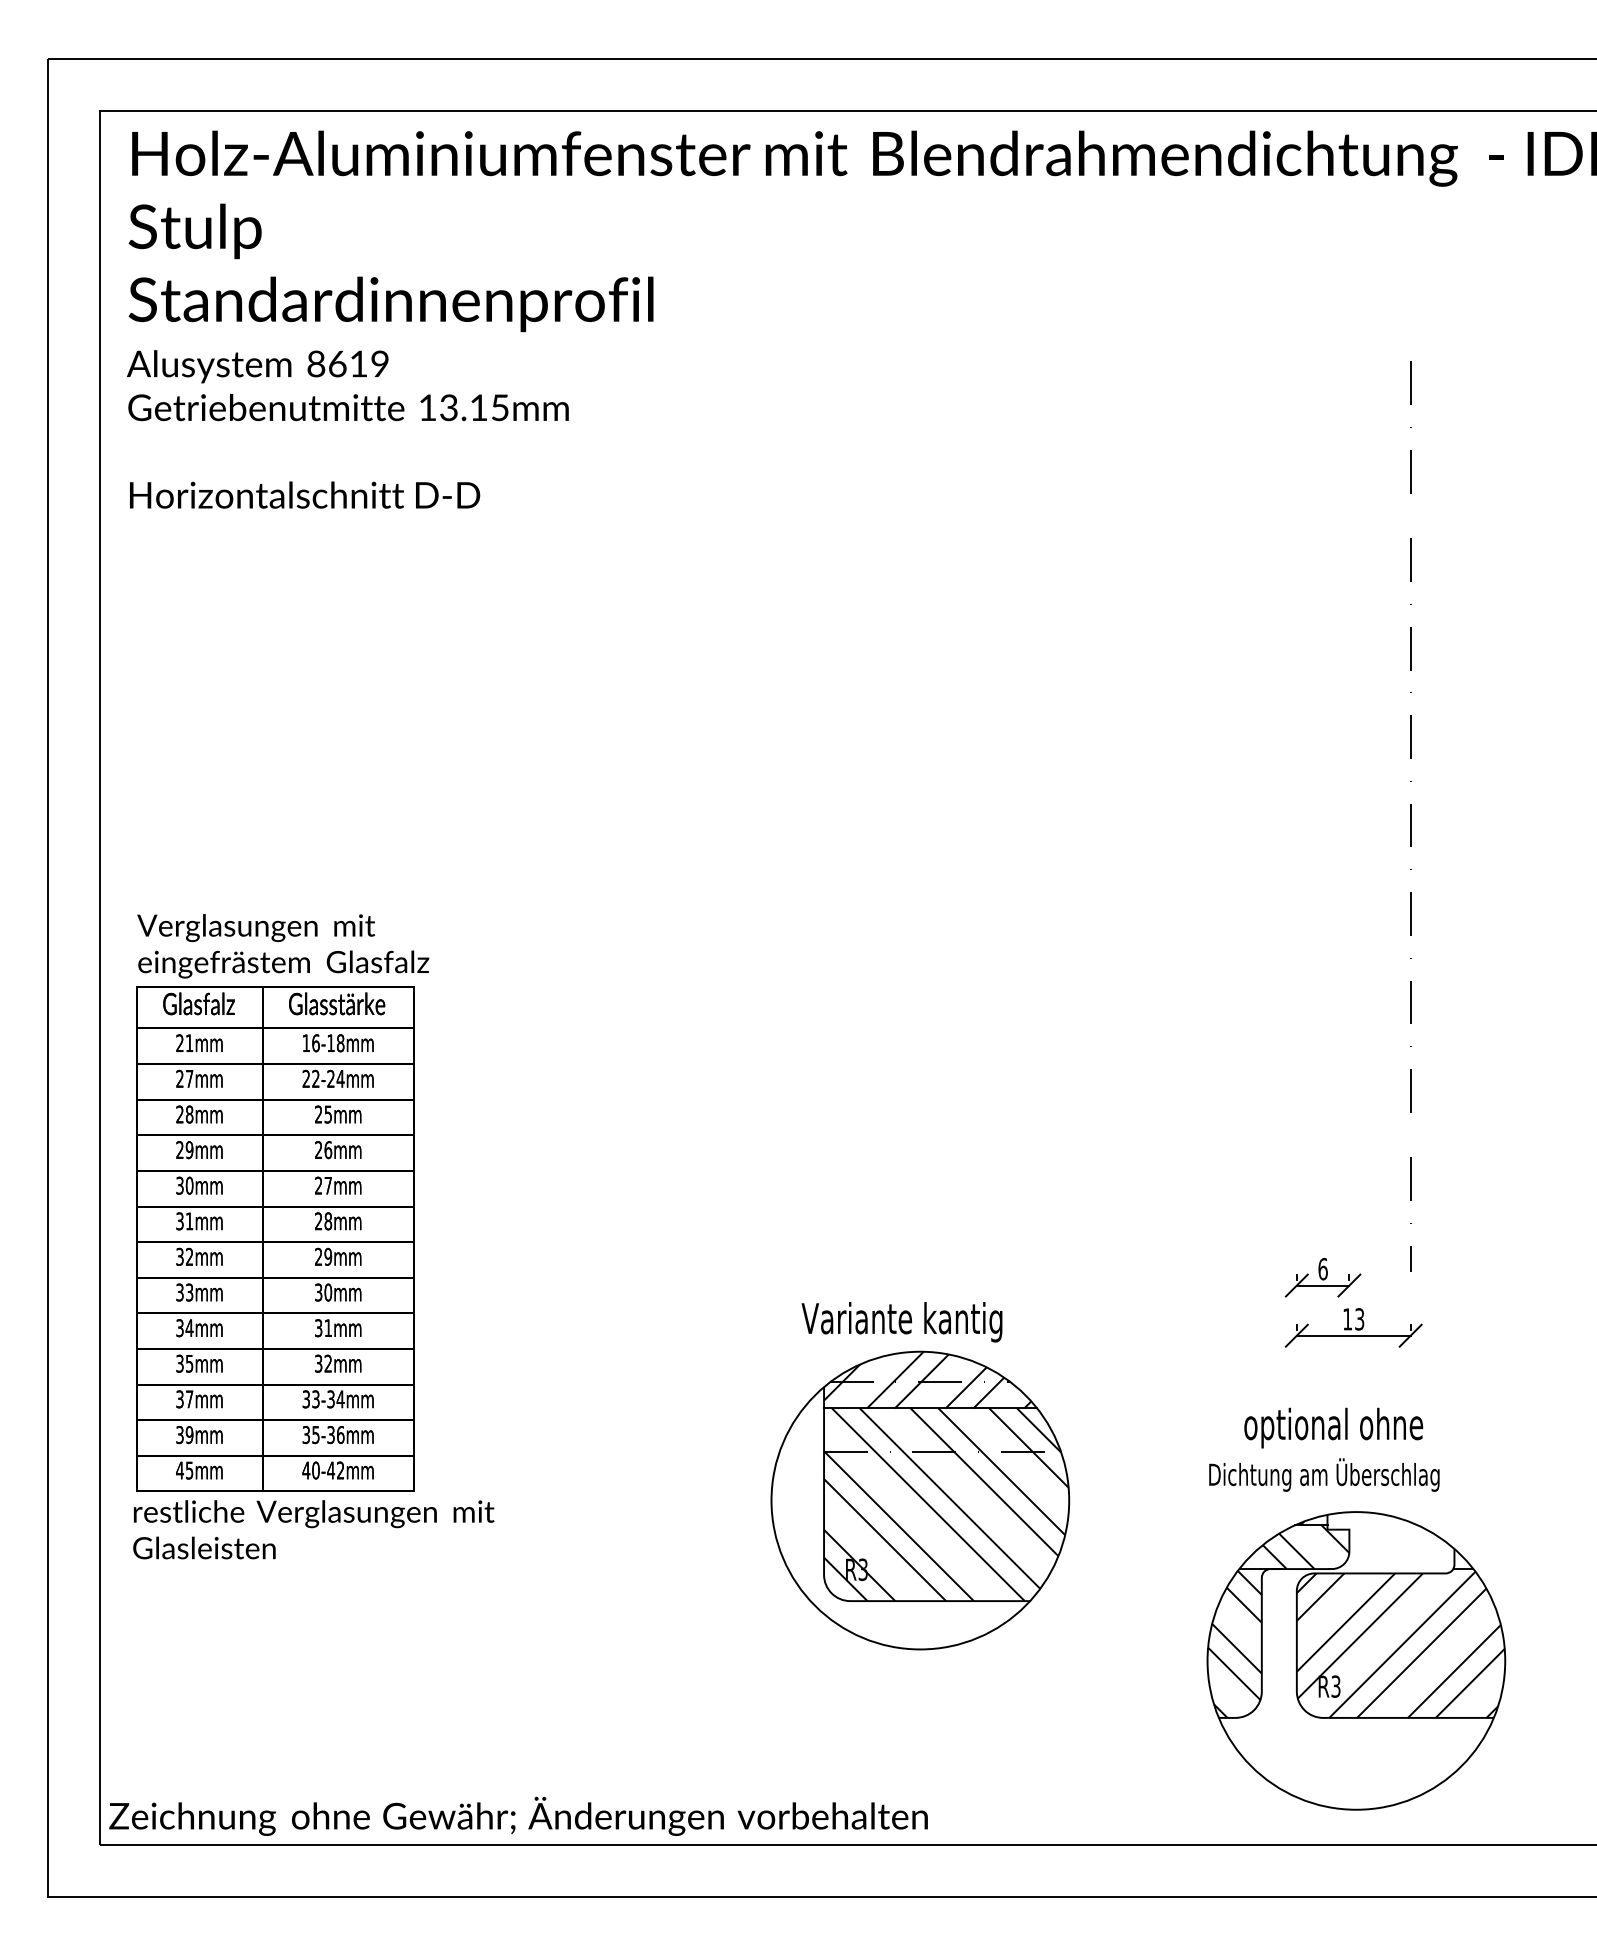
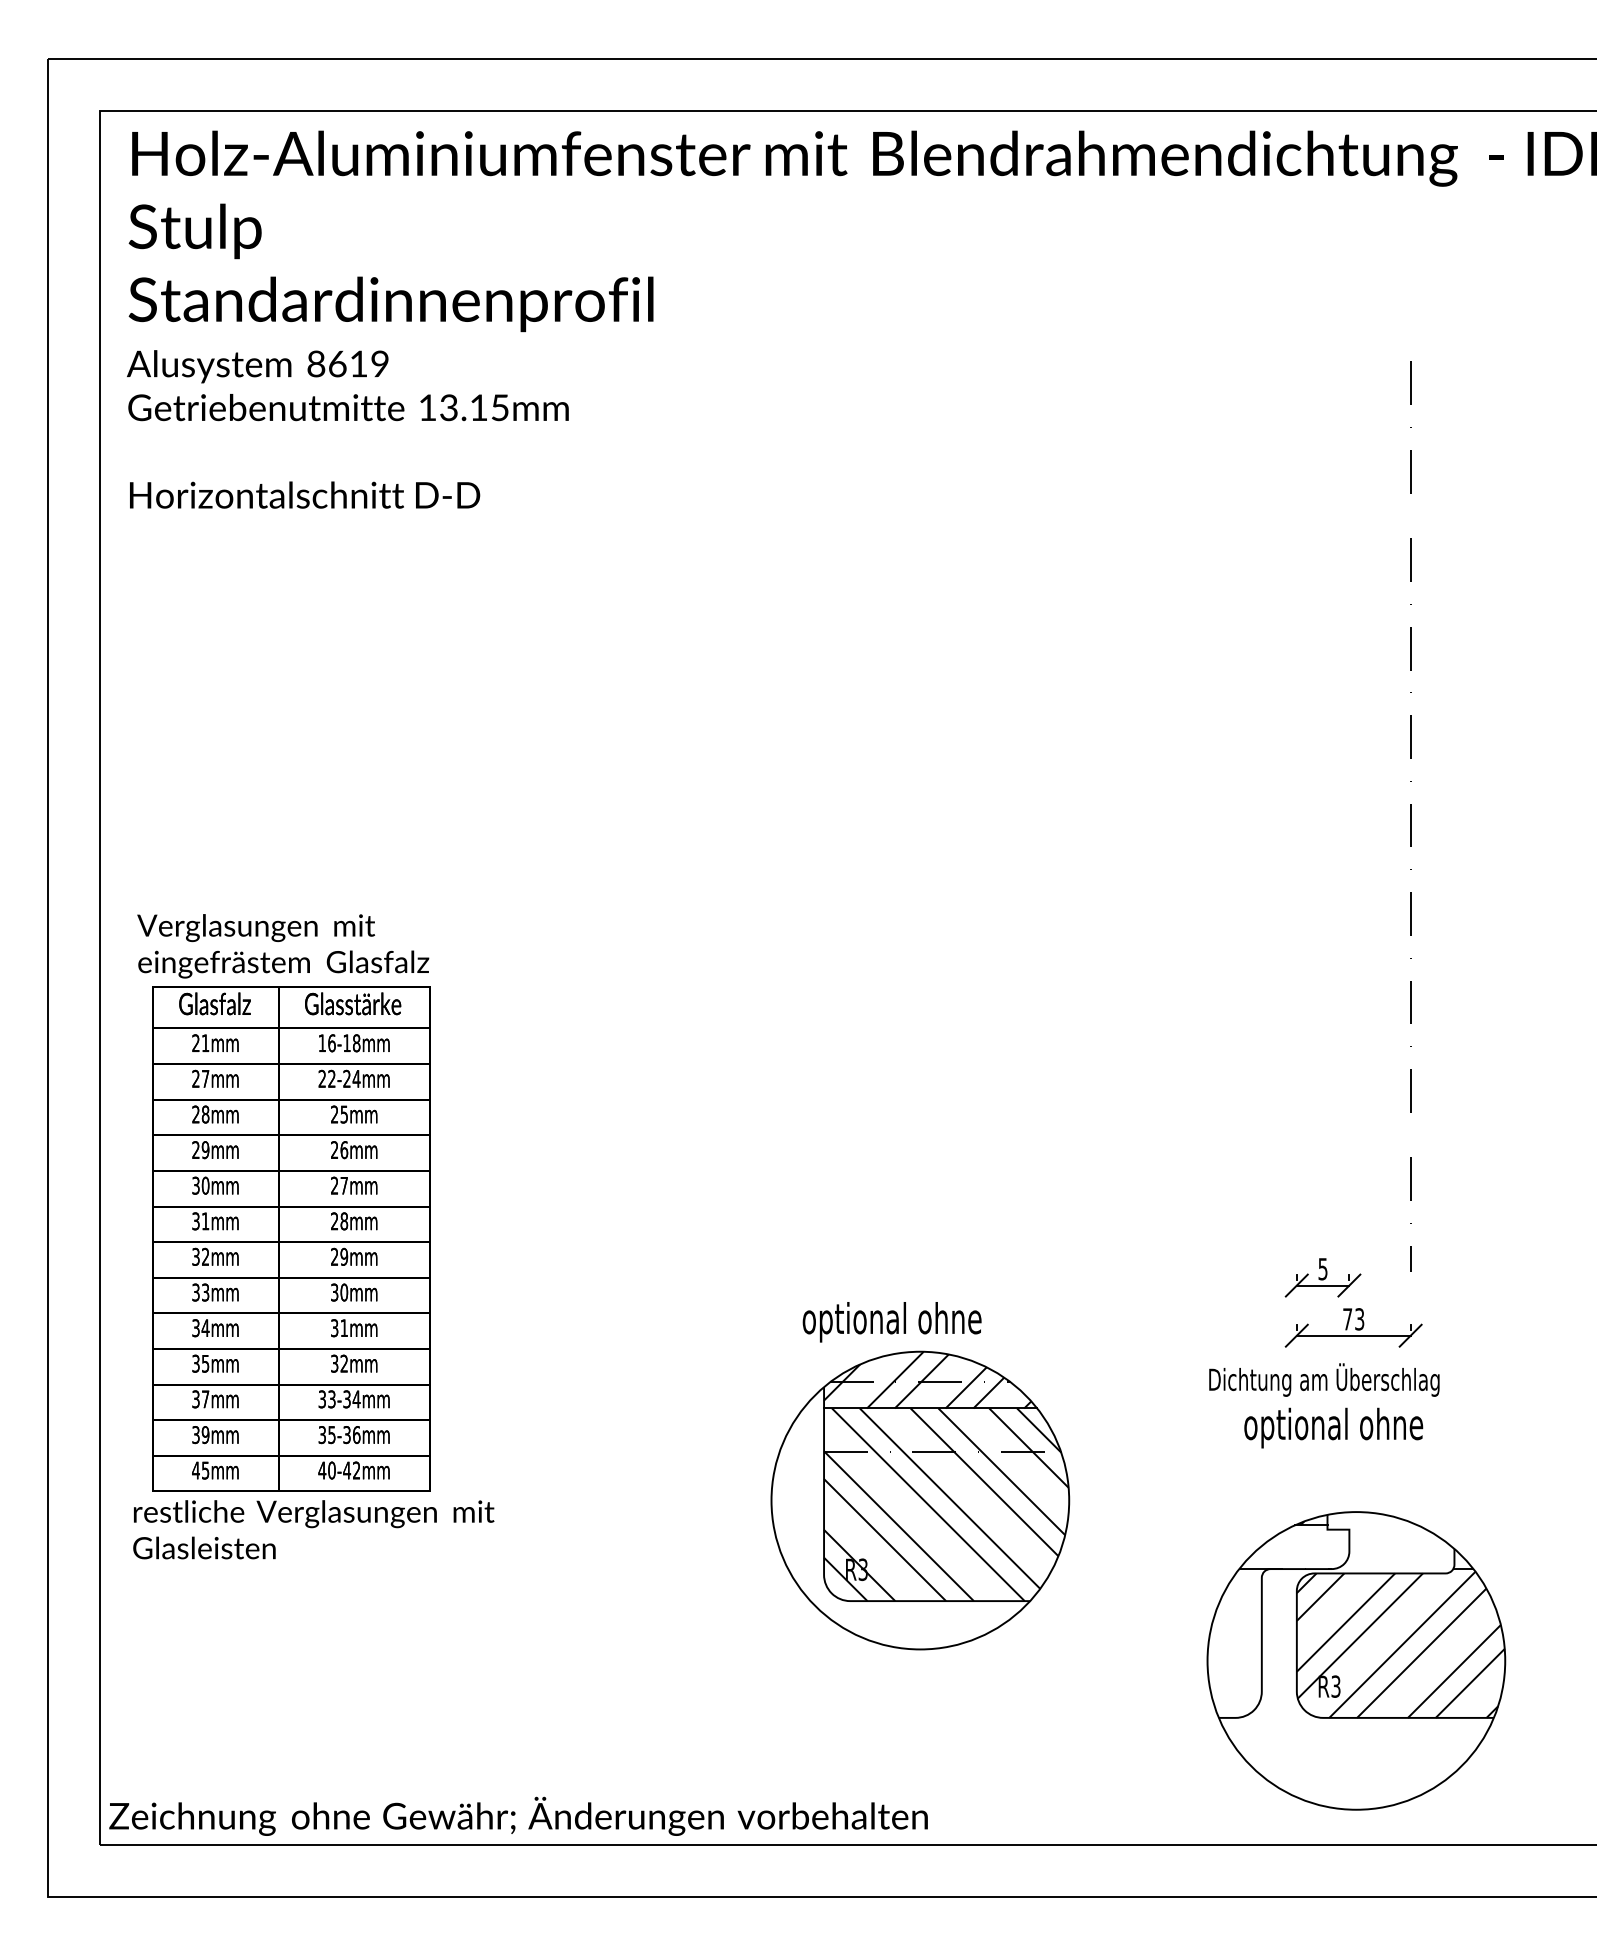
part at (275, 1238) position: (275, 1238) -> (291, 1238)
text at (1322, 1268): 6 -> 5
text at (1347, 1319): 13 -> 73
text at (901, 1322): Variante kantig -> optional ohne
text at (1324, 1474) position: (1324, 1474) -> (1324, 1379)
hatch at (1278, 1621): present -> none
